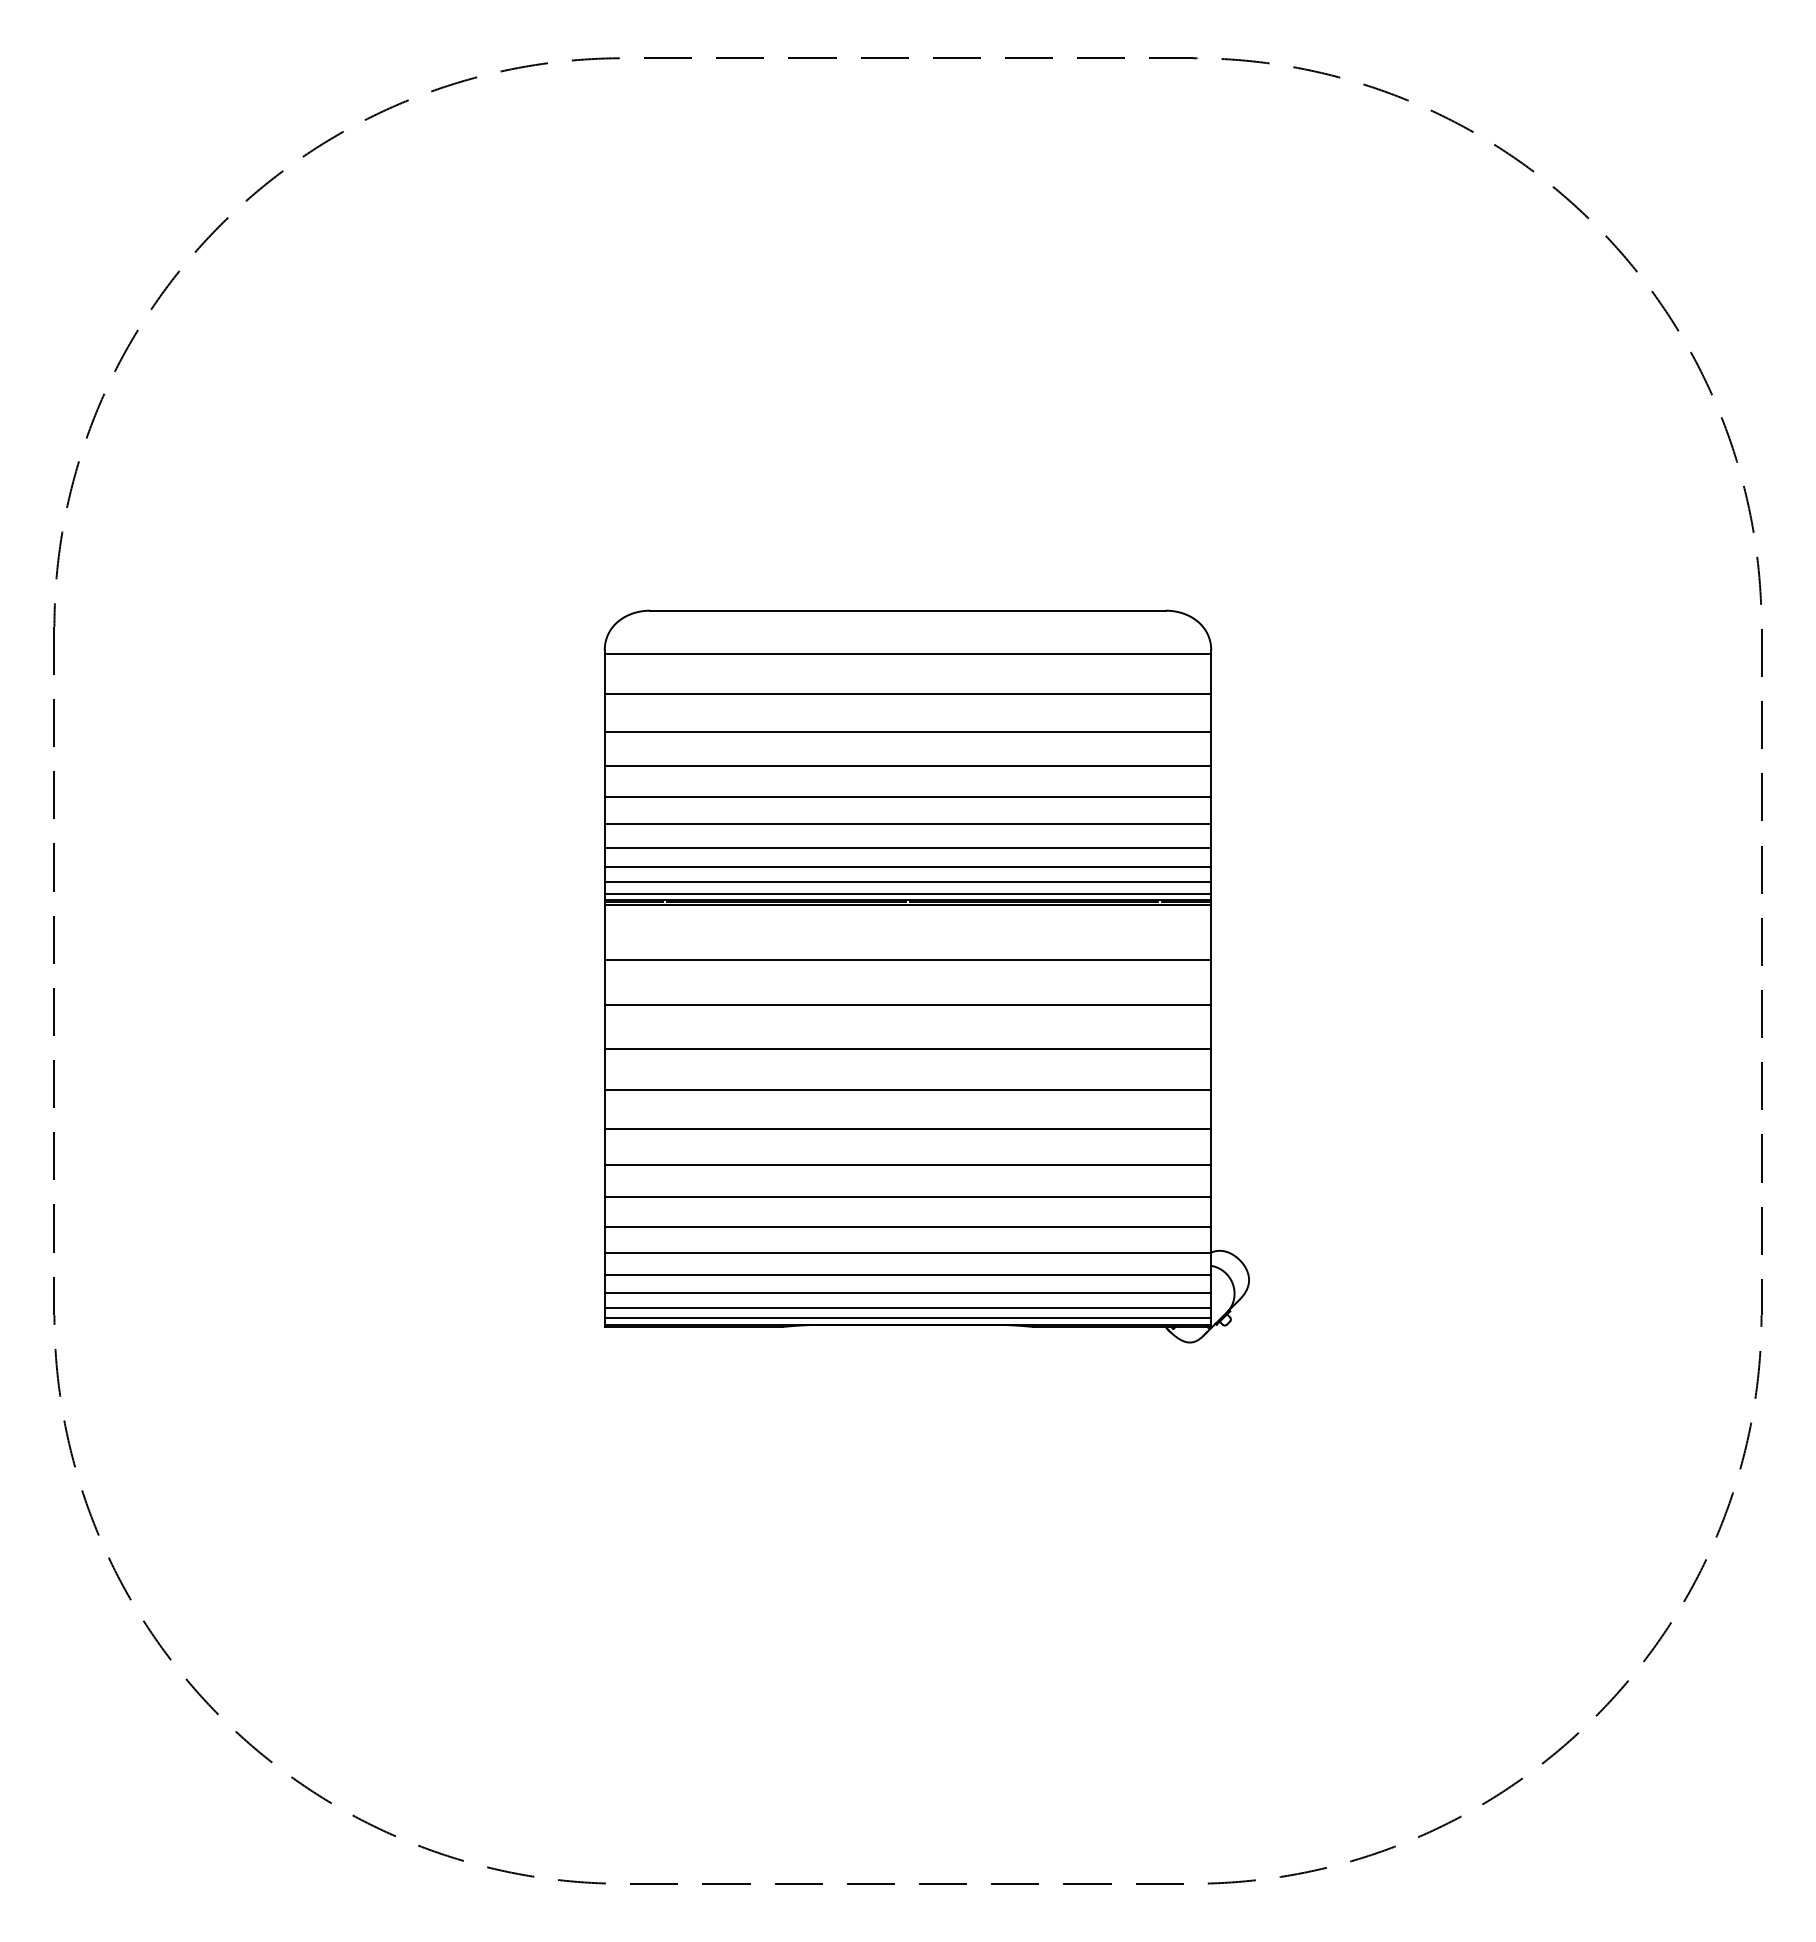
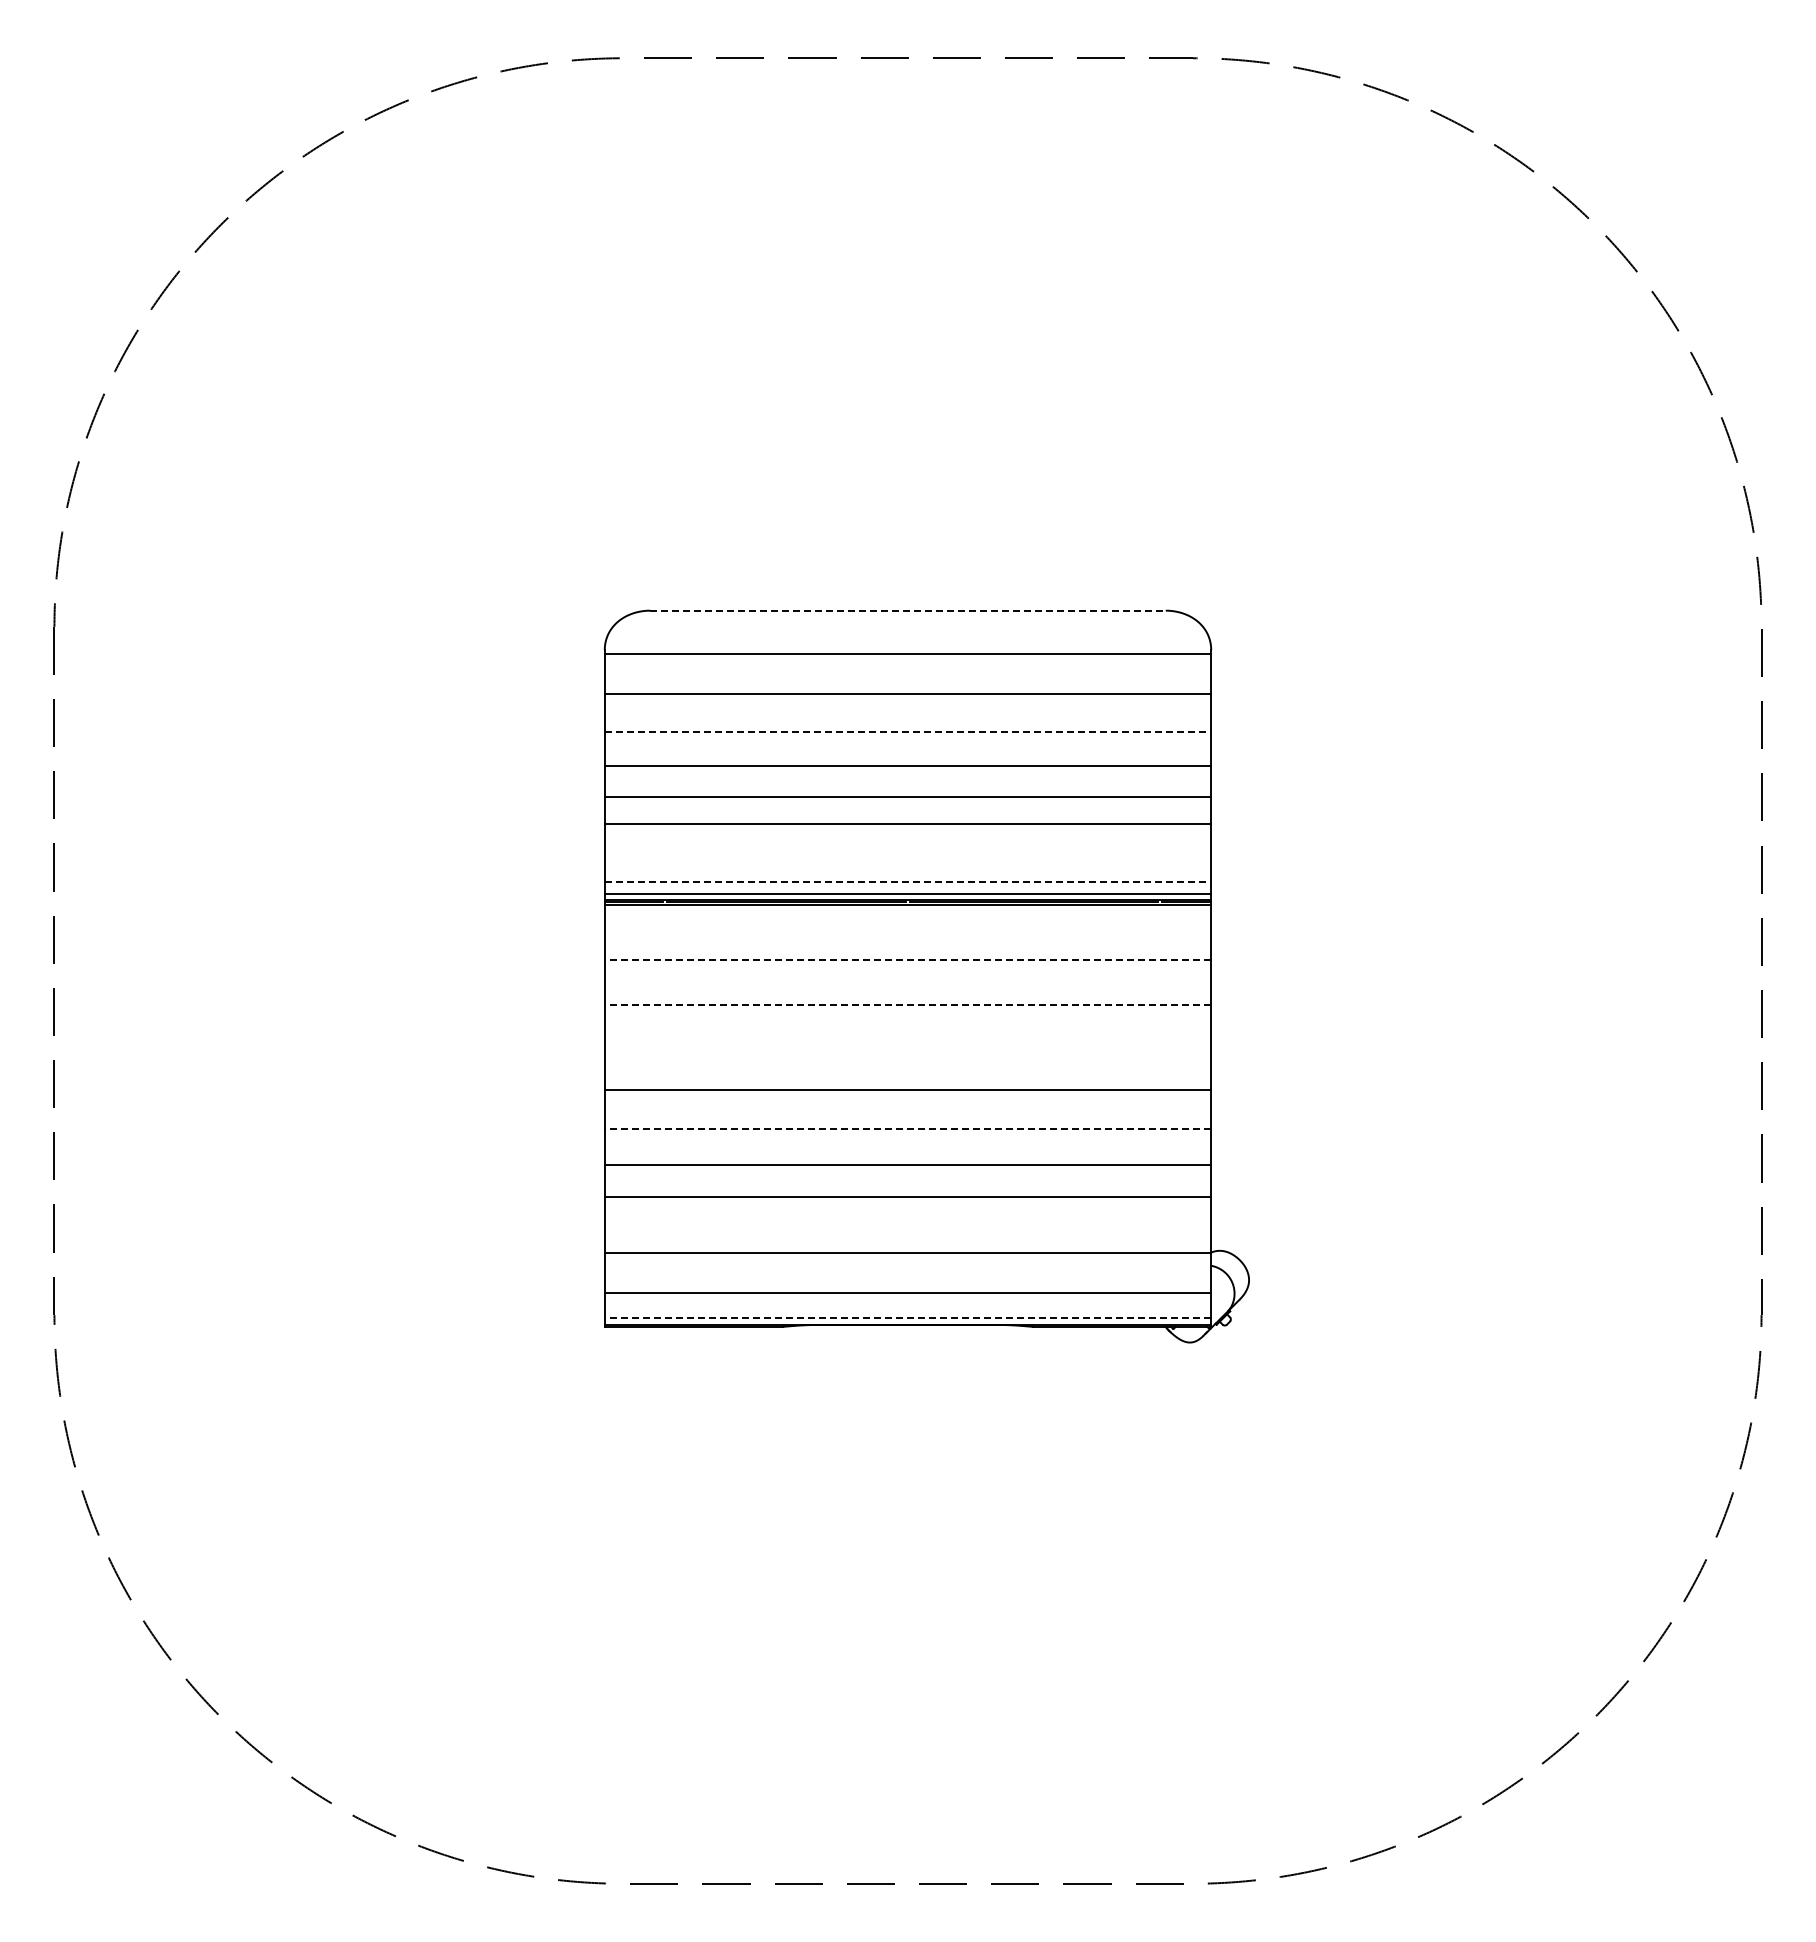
line at (908, 610): solid -> dashed
line at (908, 731): solid -> dashed
line at (907, 847): present -> none
line at (907, 867): present -> none
line at (908, 882): solid -> dashed
line at (907, 959): solid -> dashed
line at (907, 1005): solid -> dashed
line at (907, 1049): present -> none
line at (907, 1128): solid -> dashed
line at (907, 1226): present -> none
line at (907, 1274): present -> none
line at (907, 1307): present -> none
line at (907, 1318): solid -> dashed
